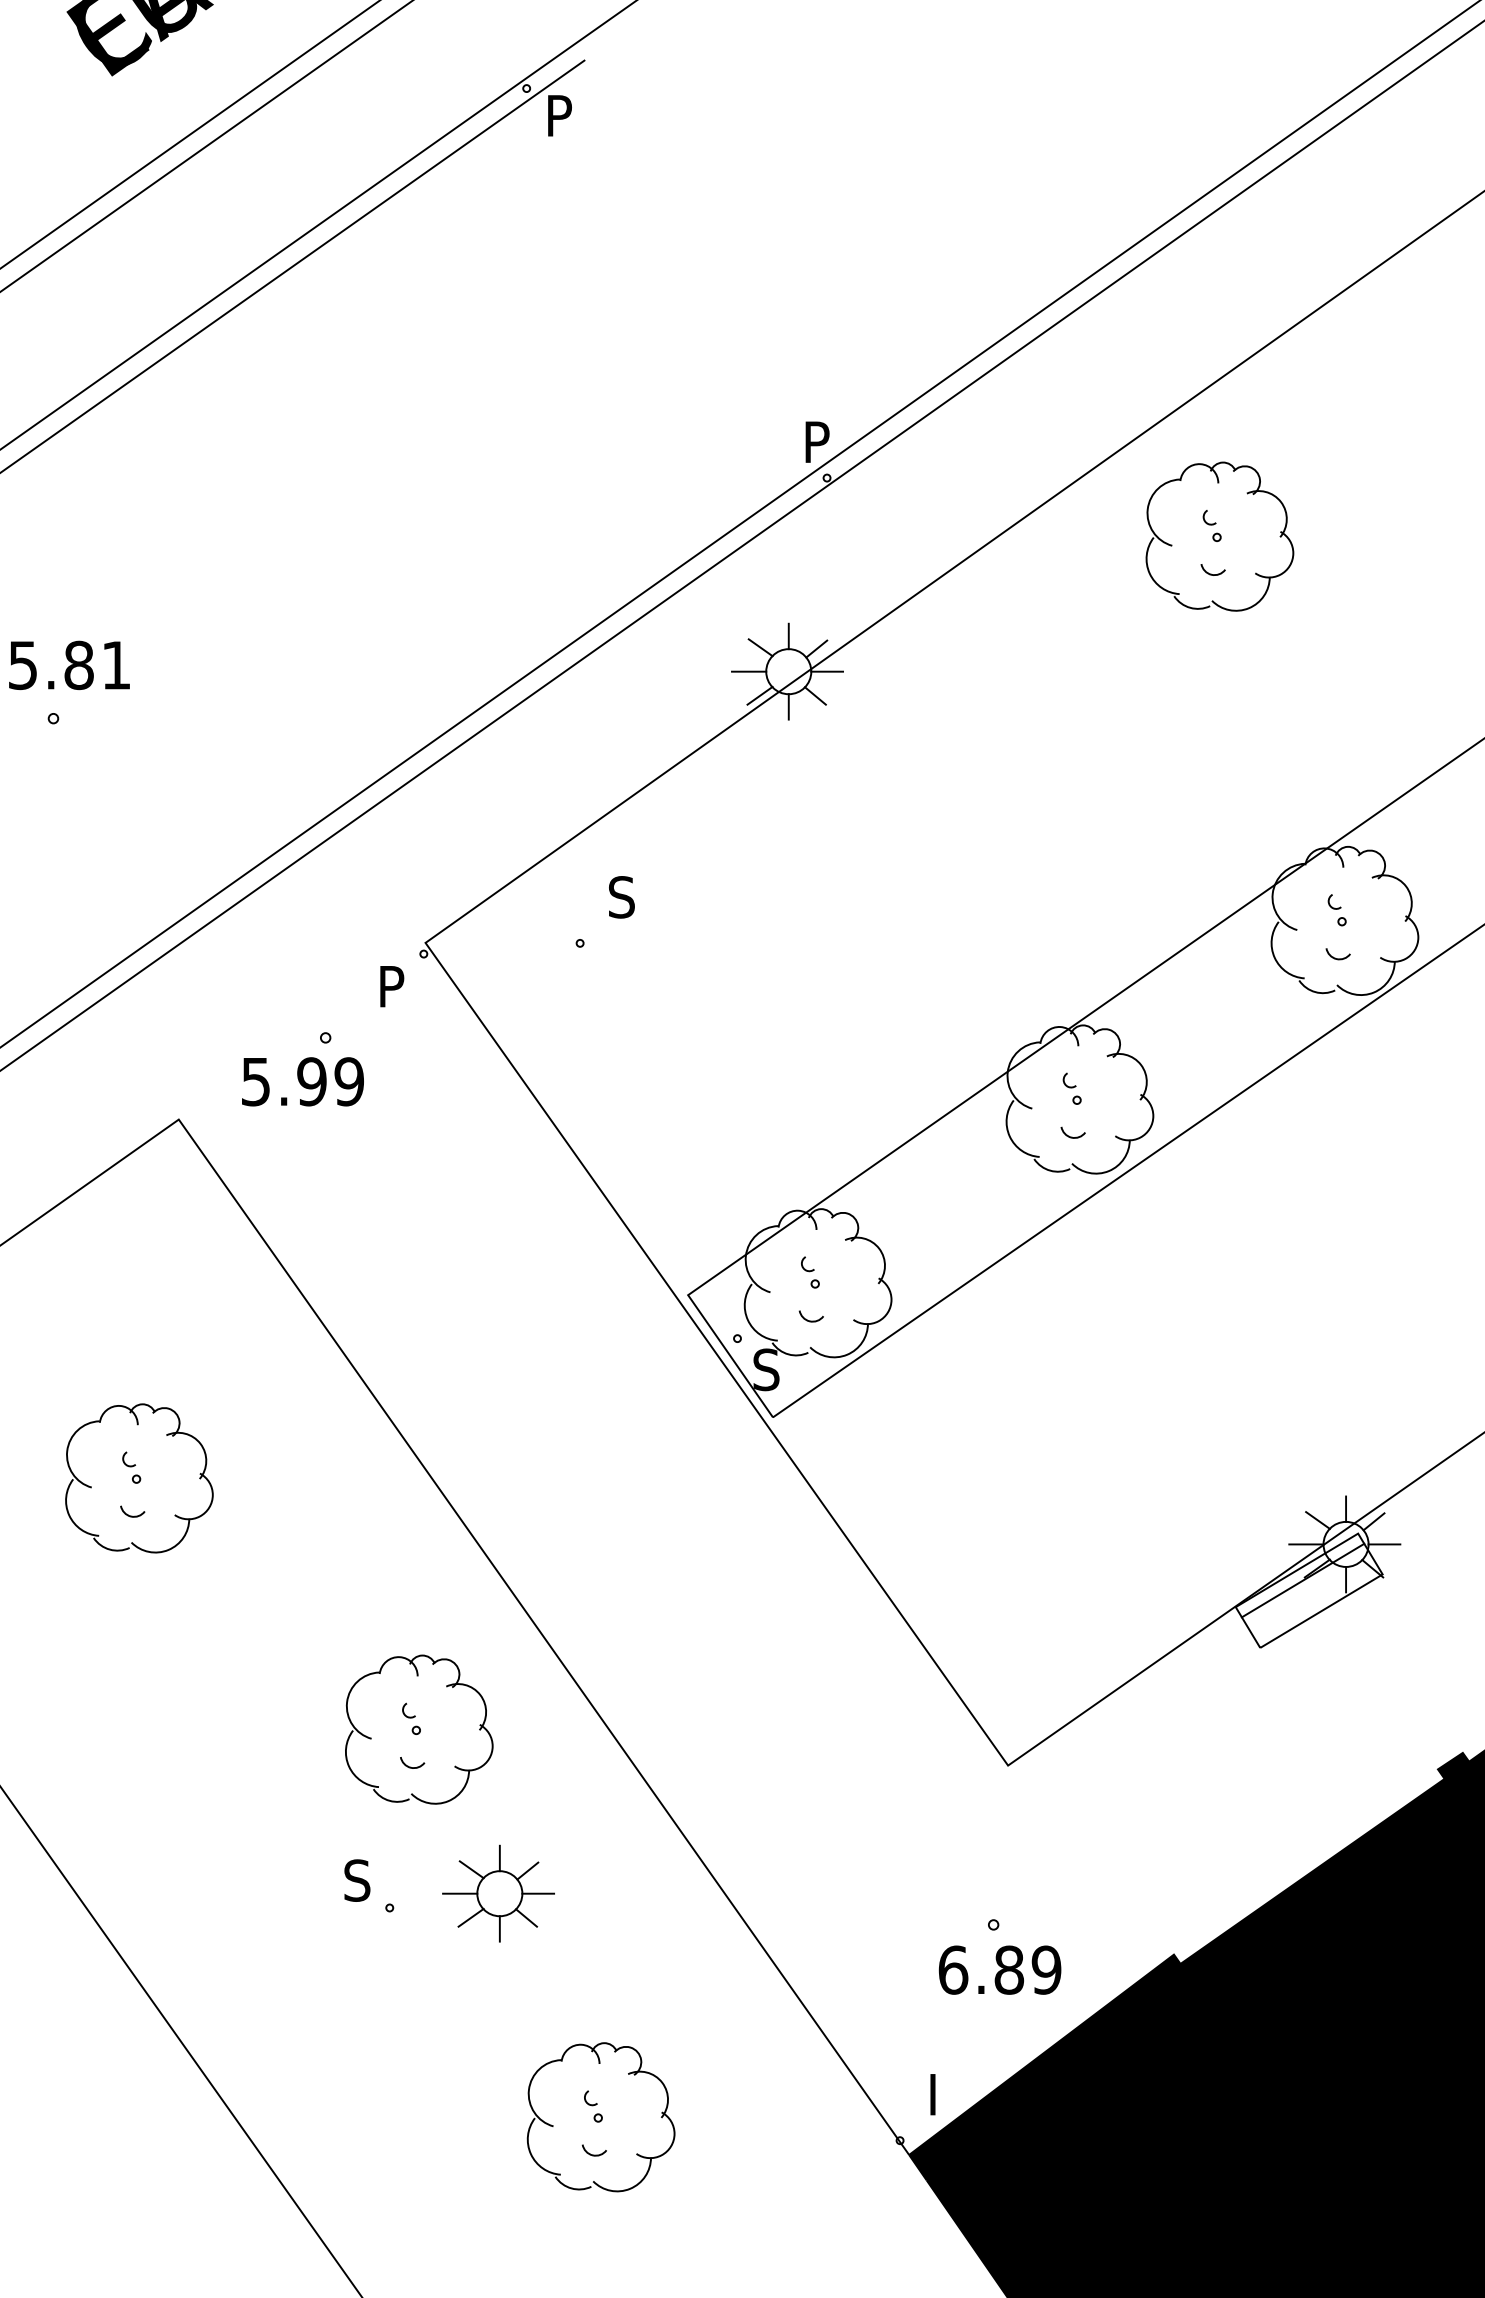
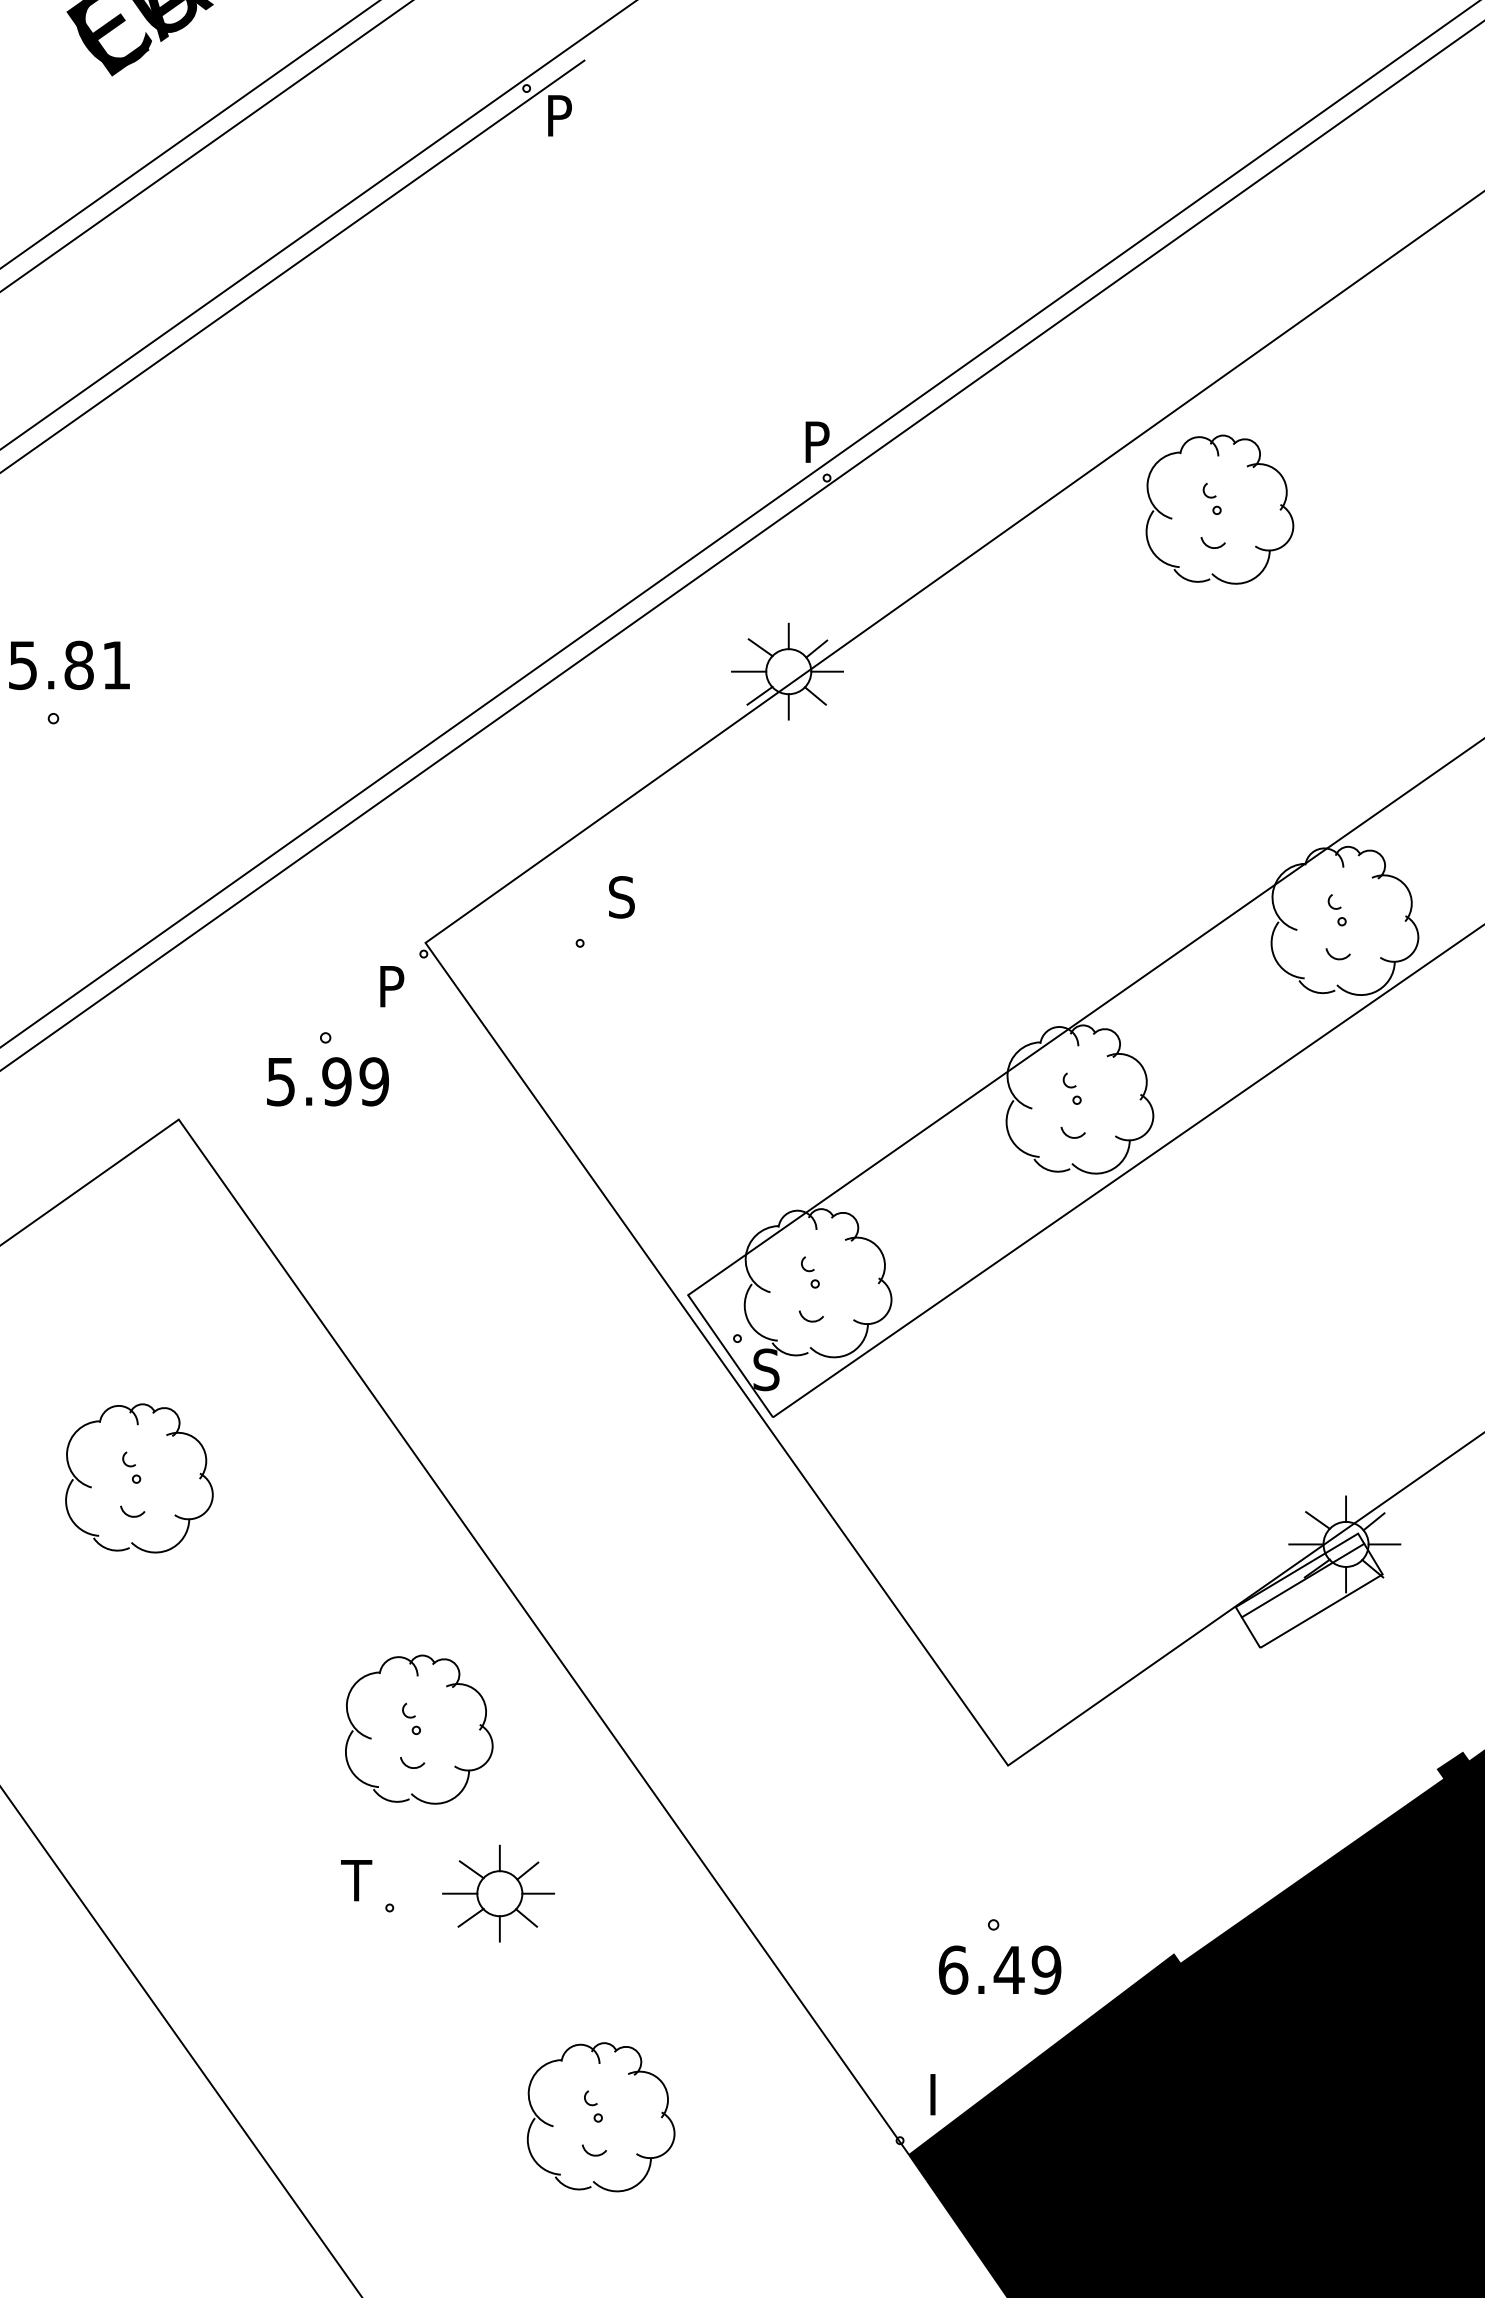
part at (1219, 536) position: (1219, 536) -> (1219, 509)
text at (302, 1081) position: (302, 1081) -> (327, 1081)
text at (356, 1880): S -> T
text at (1008, 1969): 6.89 -> 6.49
